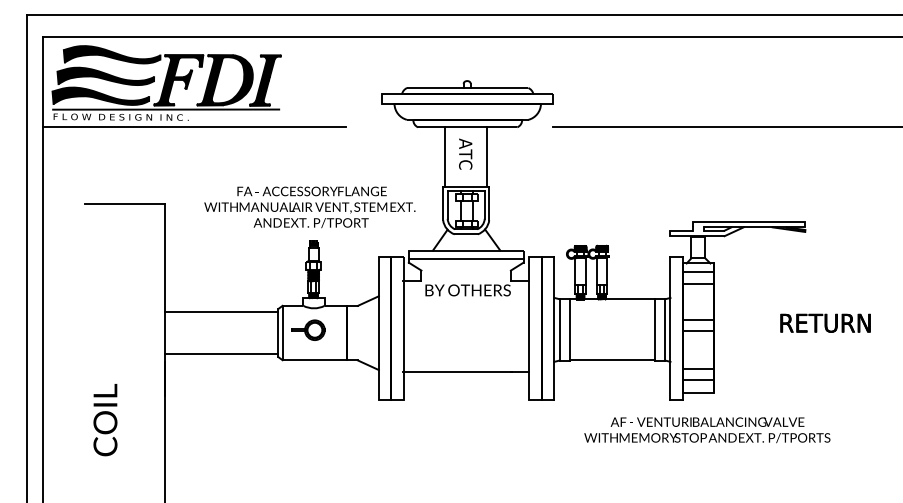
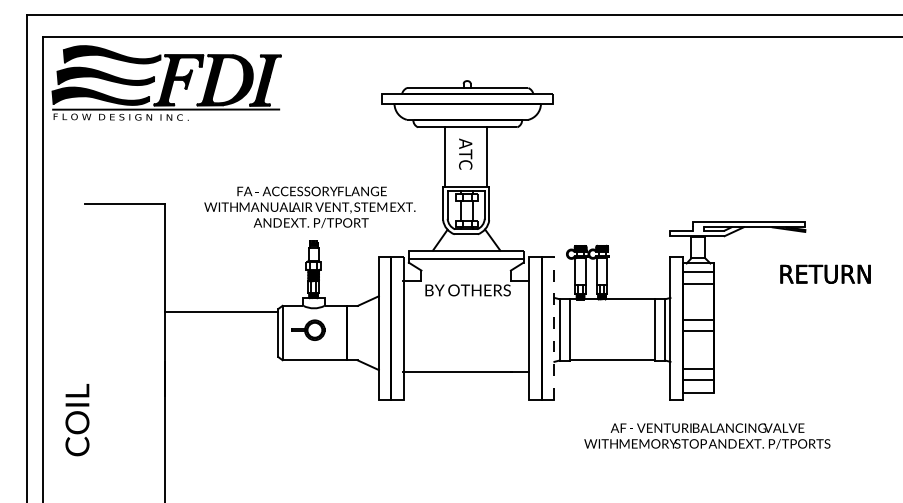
line at (194, 127): present -> none
line at (725, 127): present -> none
text at (825, 322) position: (825, 322) -> (825, 273)
line at (554, 327): solid -> dashed
line at (221, 353): present -> none
text at (105, 420) position: (105, 420) -> (77, 420)
text at (707, 430) position: (707, 430) -> (707, 436)
